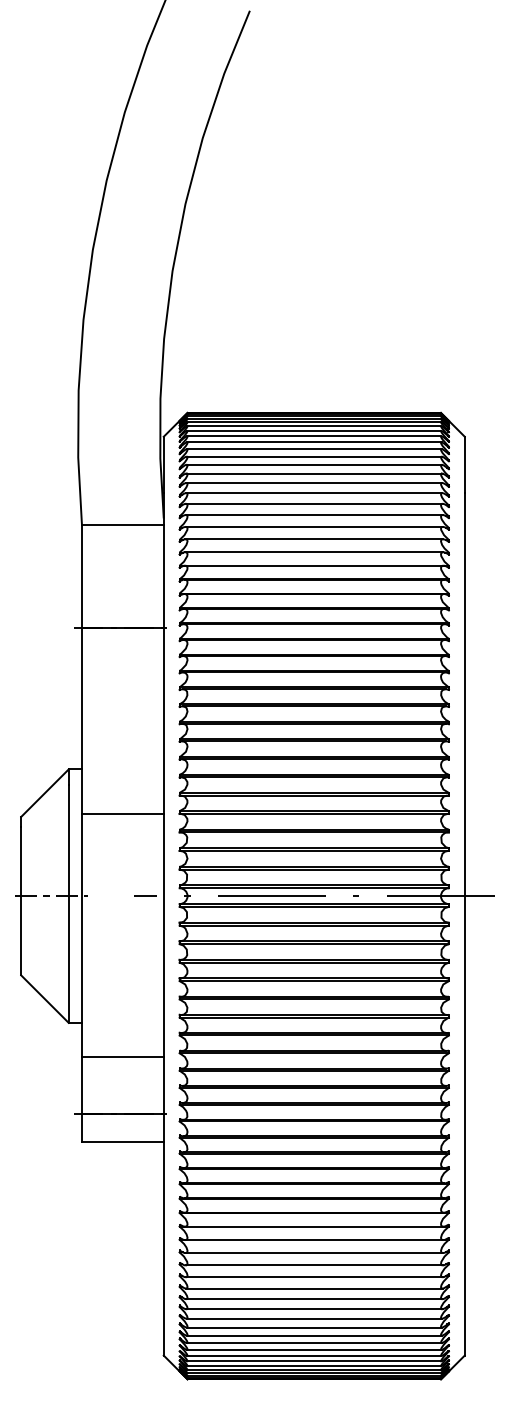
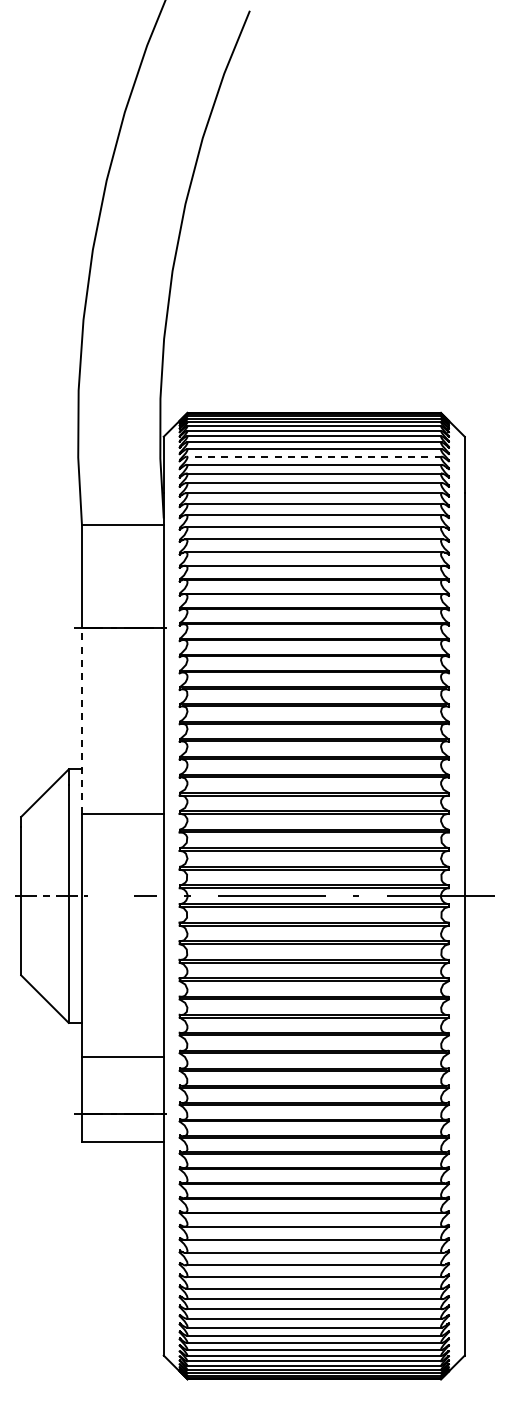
line at (313, 456): solid -> dashed
line at (81, 721): solid -> dashed
